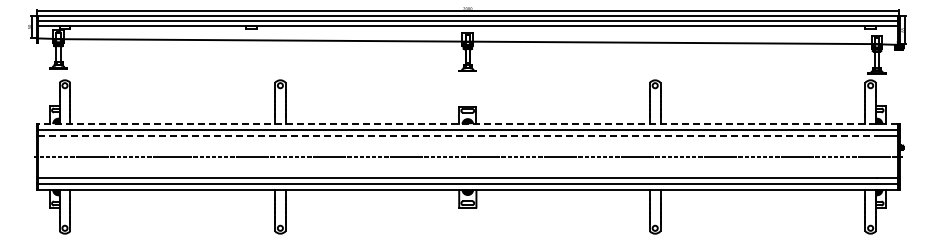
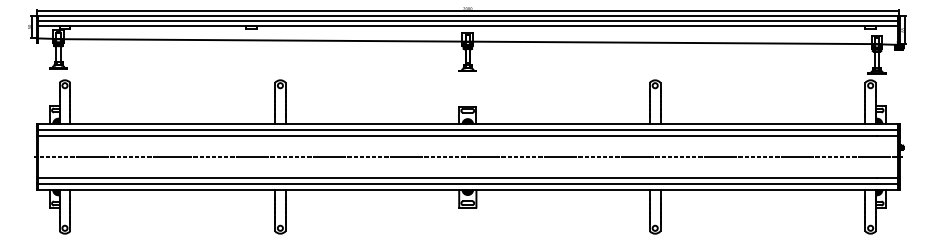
line at (467, 124): dashed -> solid
line at (457, 136): dashed -> solid
